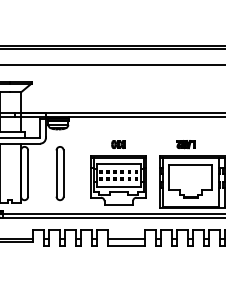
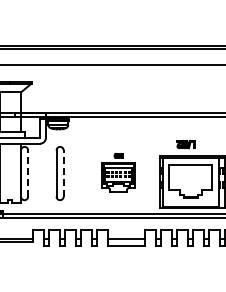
part at (118, 172) size: 57x66 px -> 35x41 px
line at (28, 173): solid -> dashed
line at (63, 173): solid -> dashed
